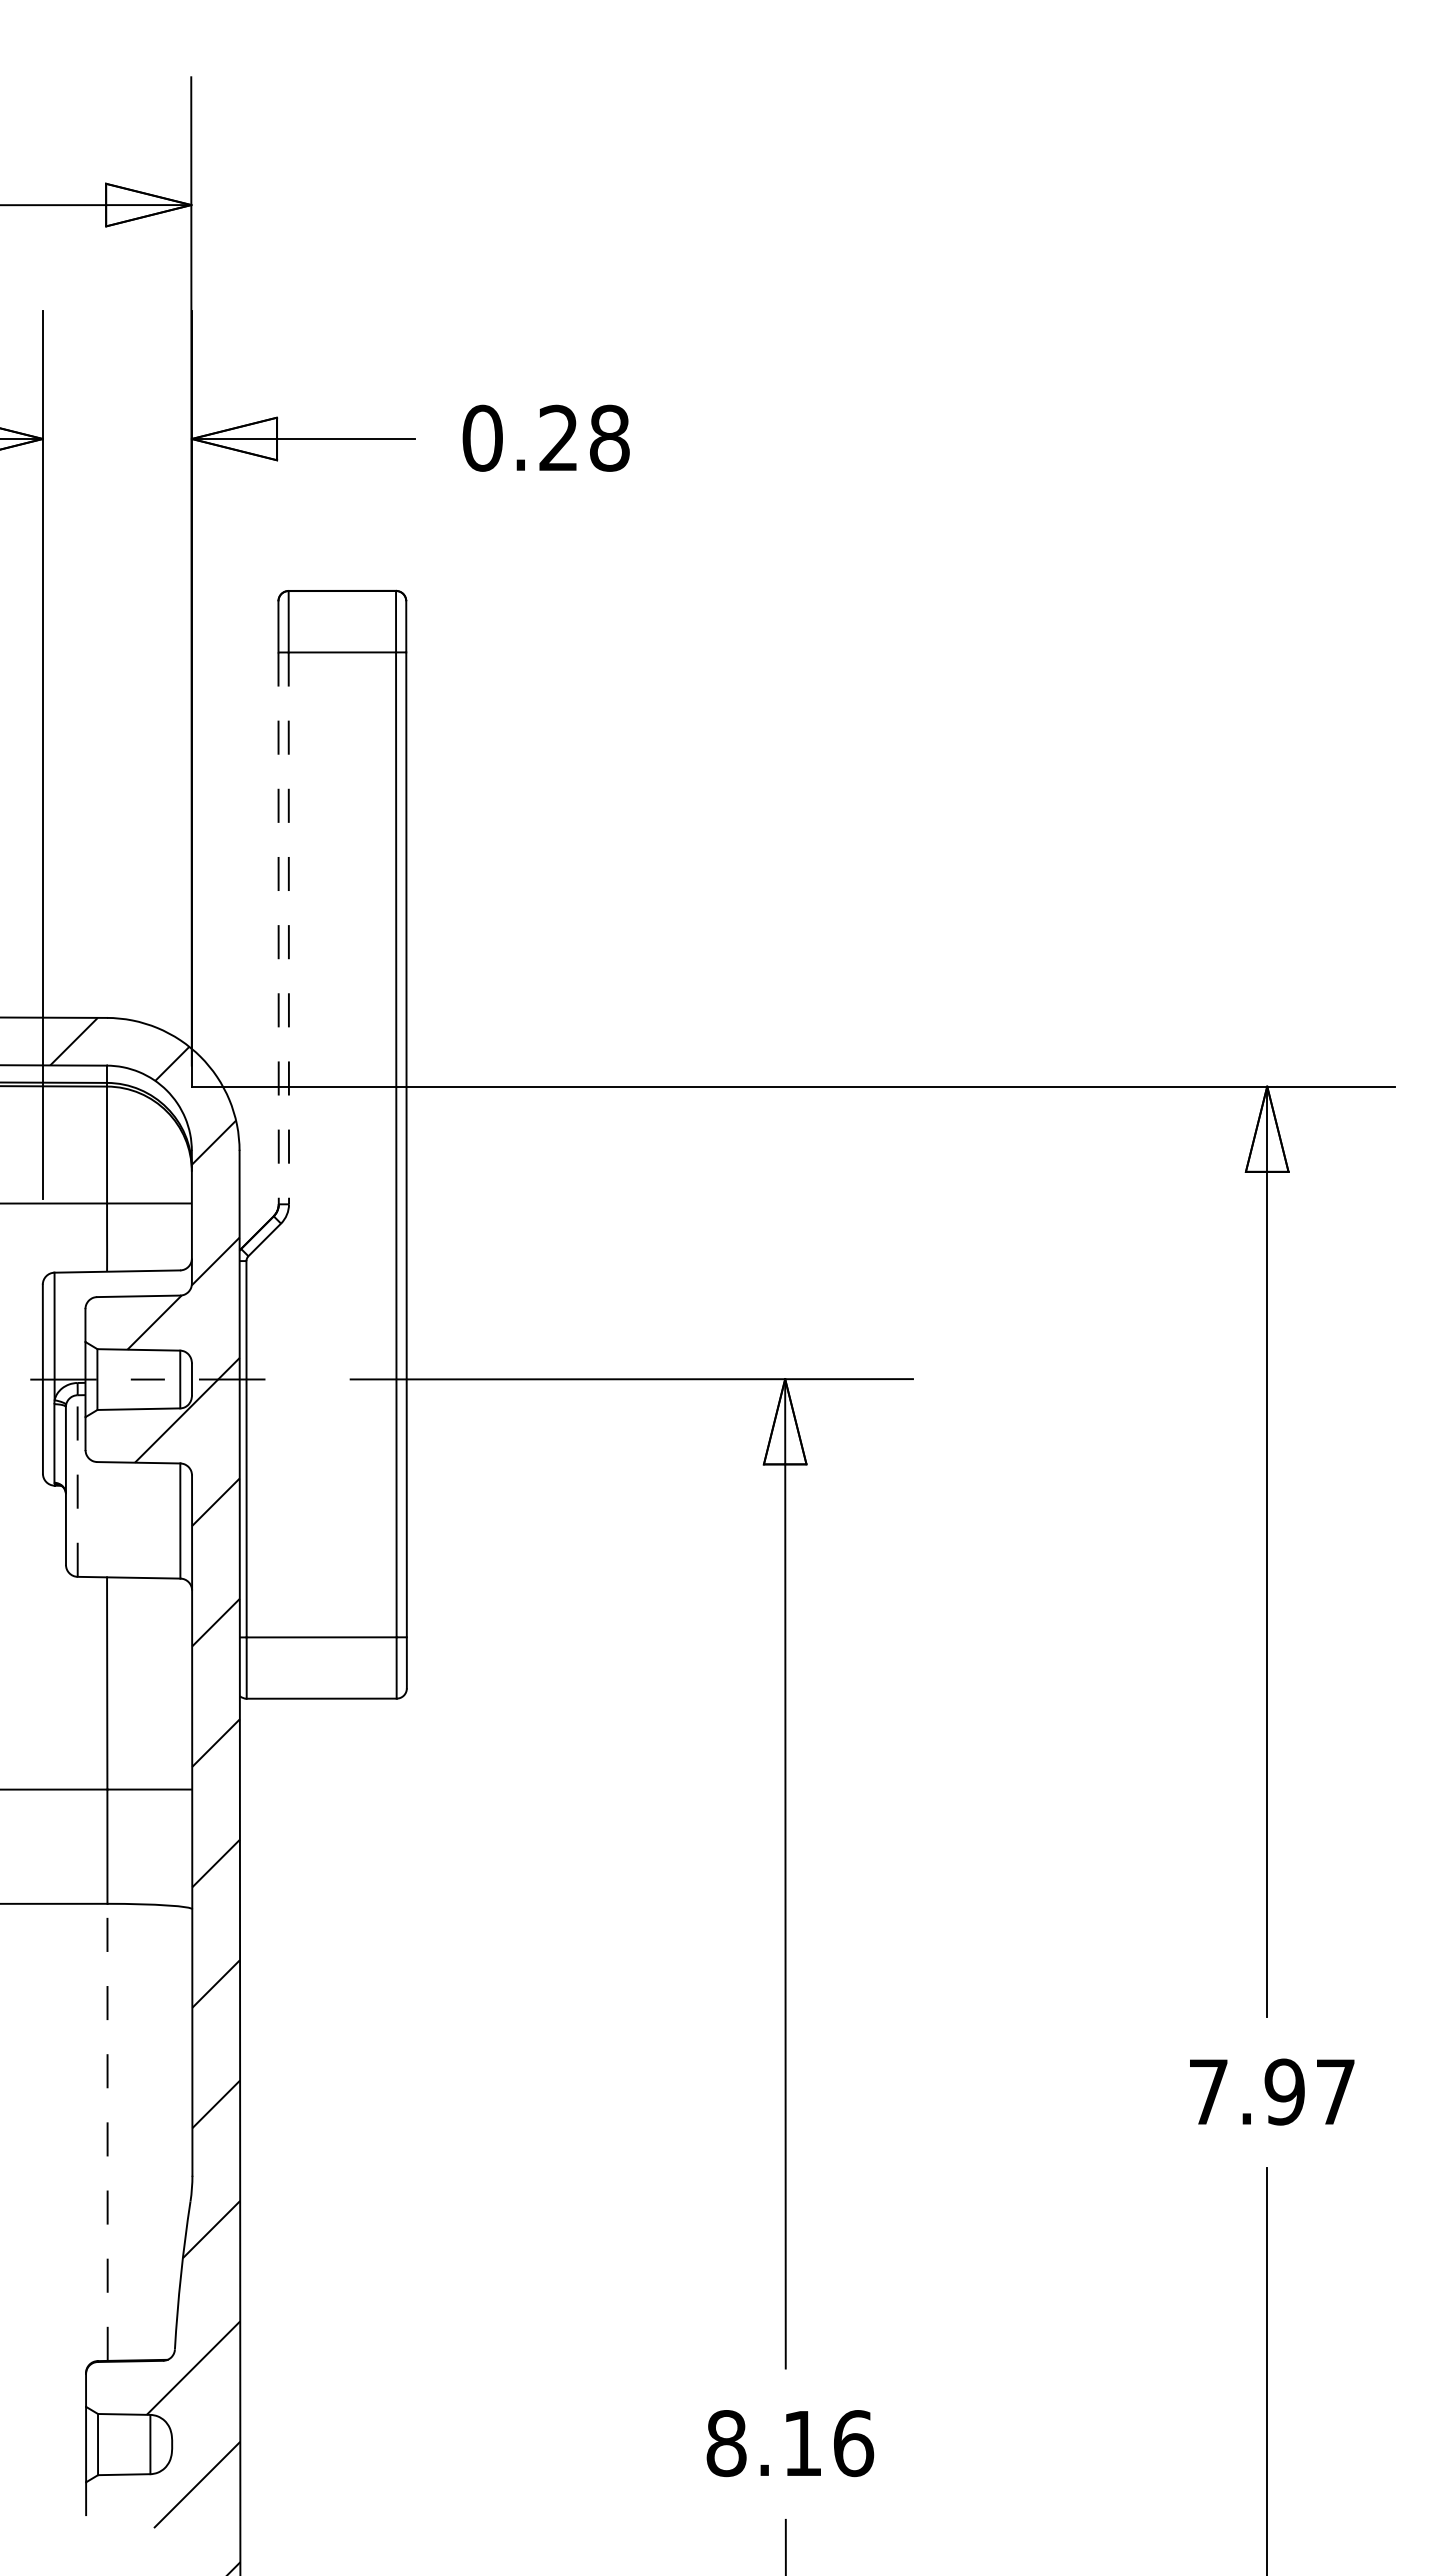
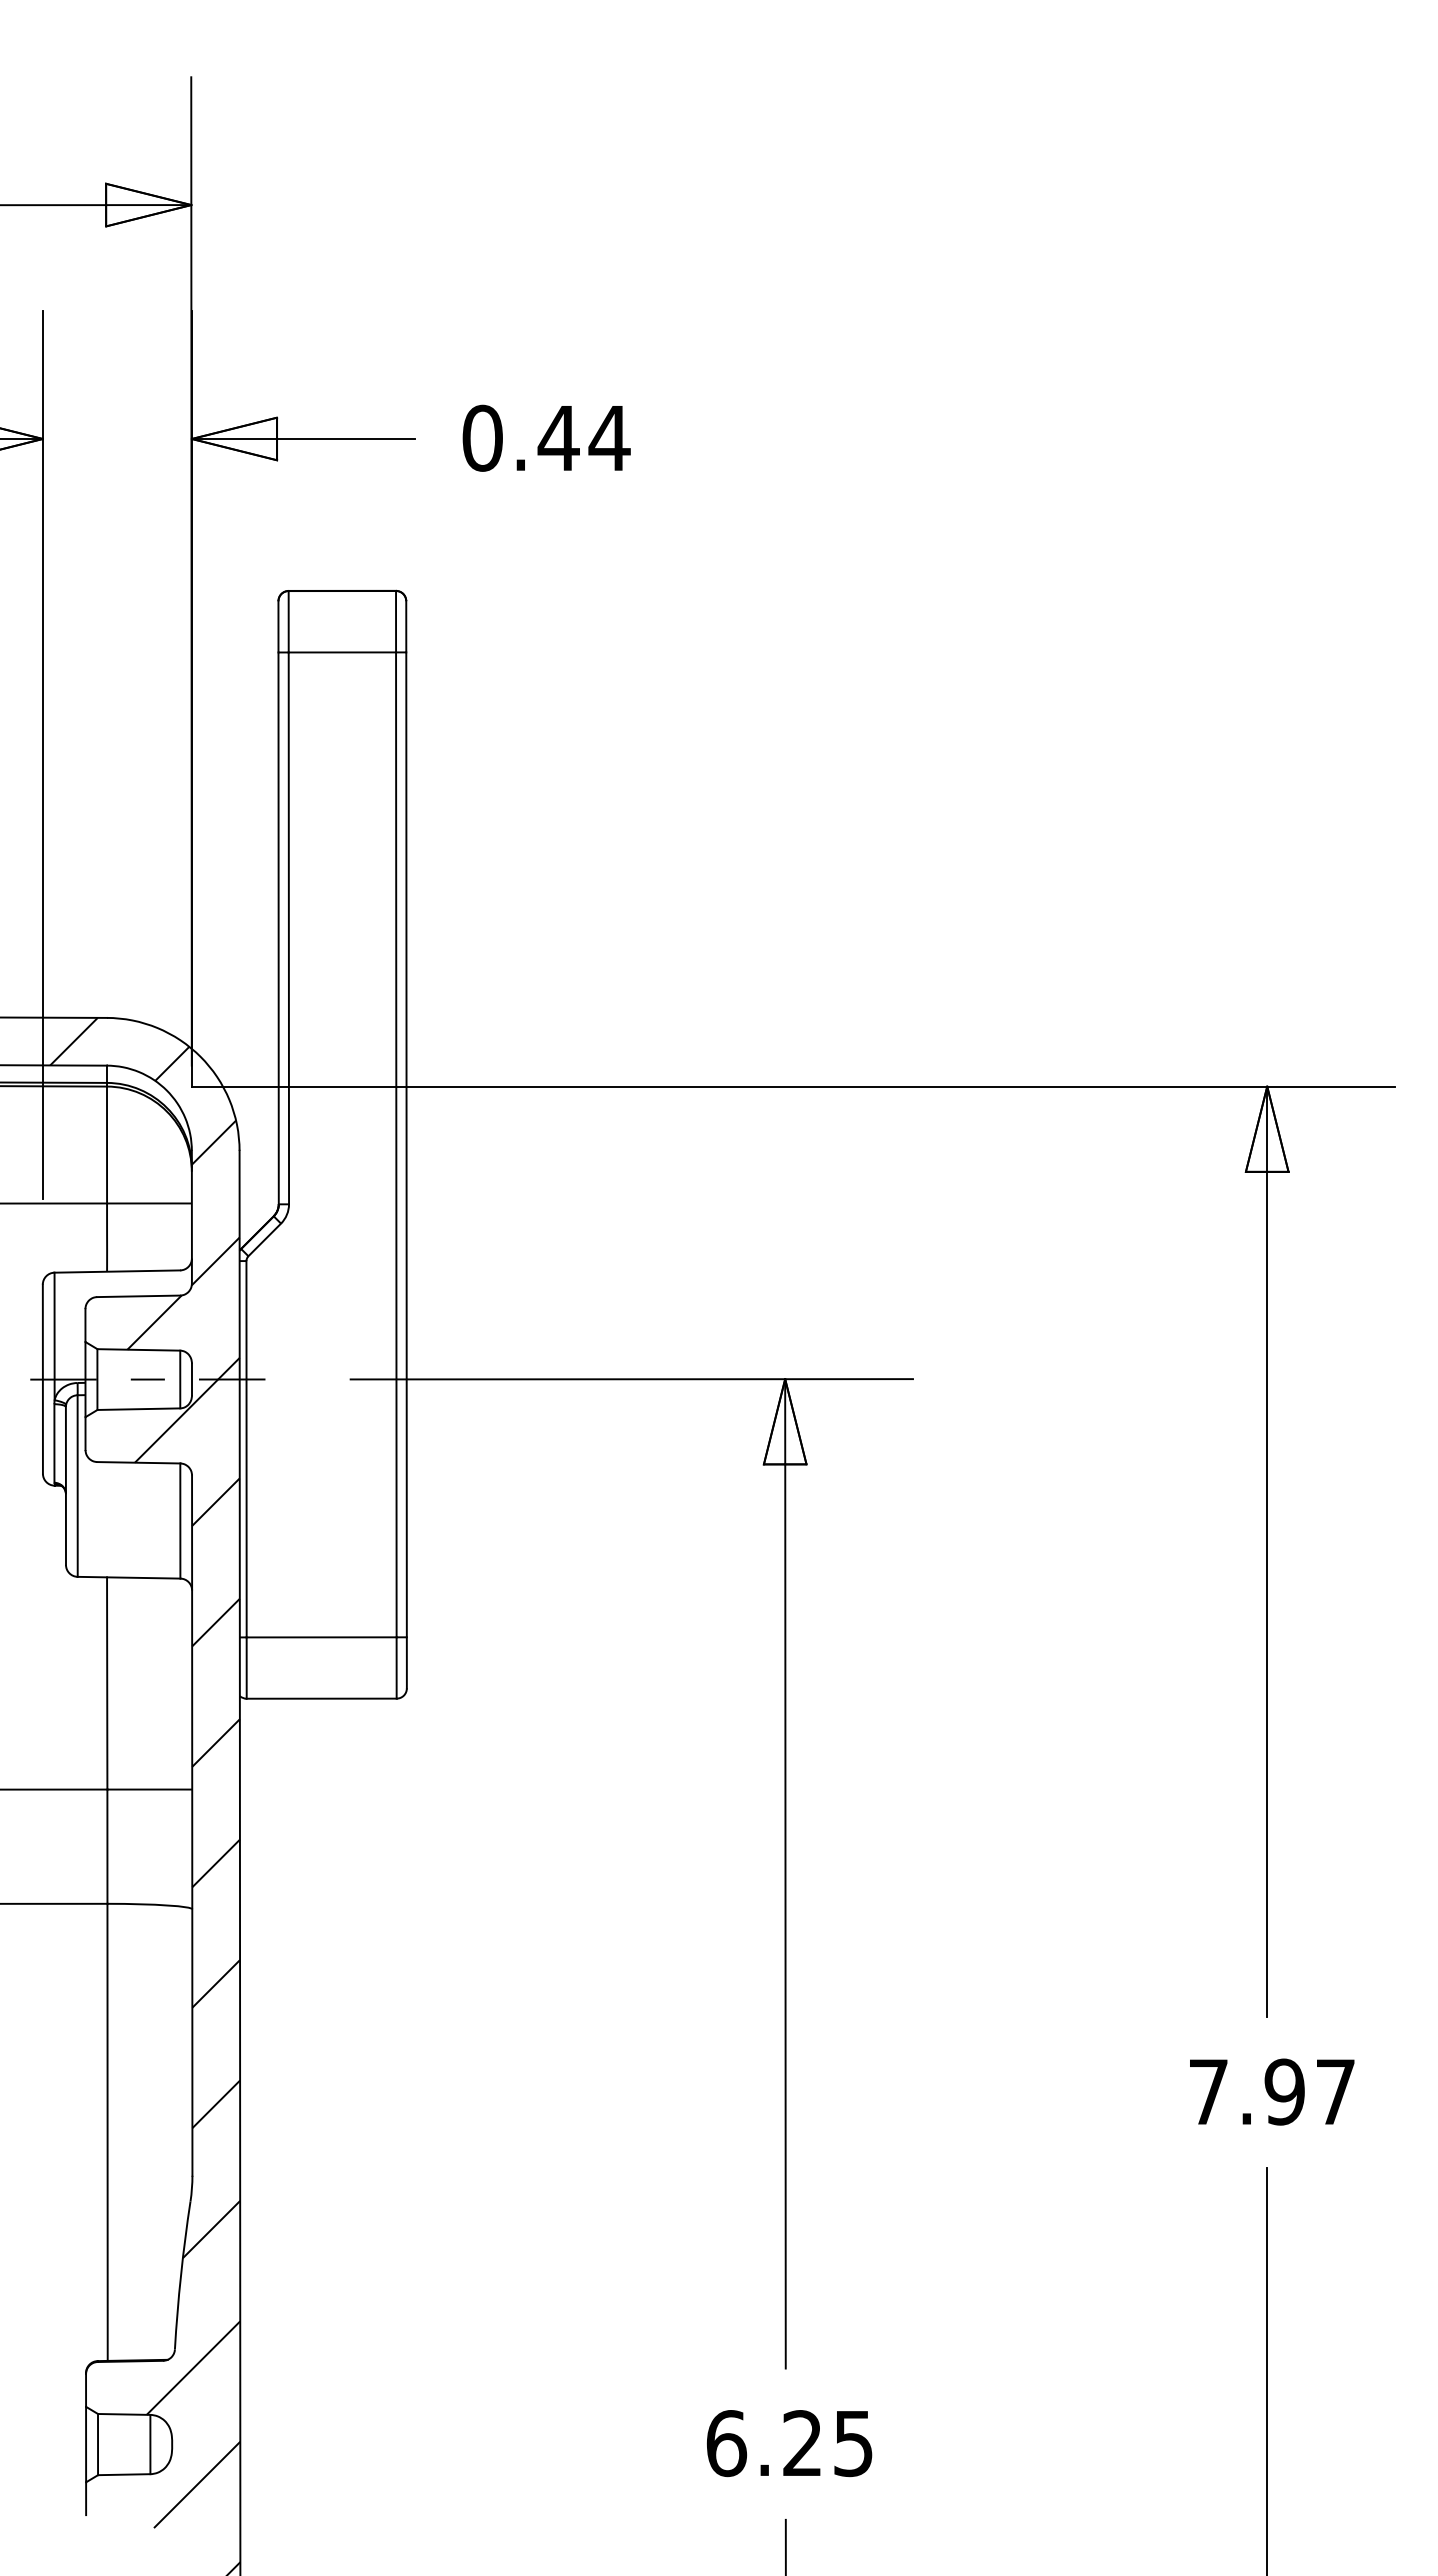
text at (583, 437): 0.28 -> 0.44
line at (278, 928): dashed -> solid
line at (288, 928): dashed -> solid
line at (77, 1486): dashed -> solid
line at (107, 2132): dashed -> solid
text at (790, 2443): 8.16 -> 6.25
